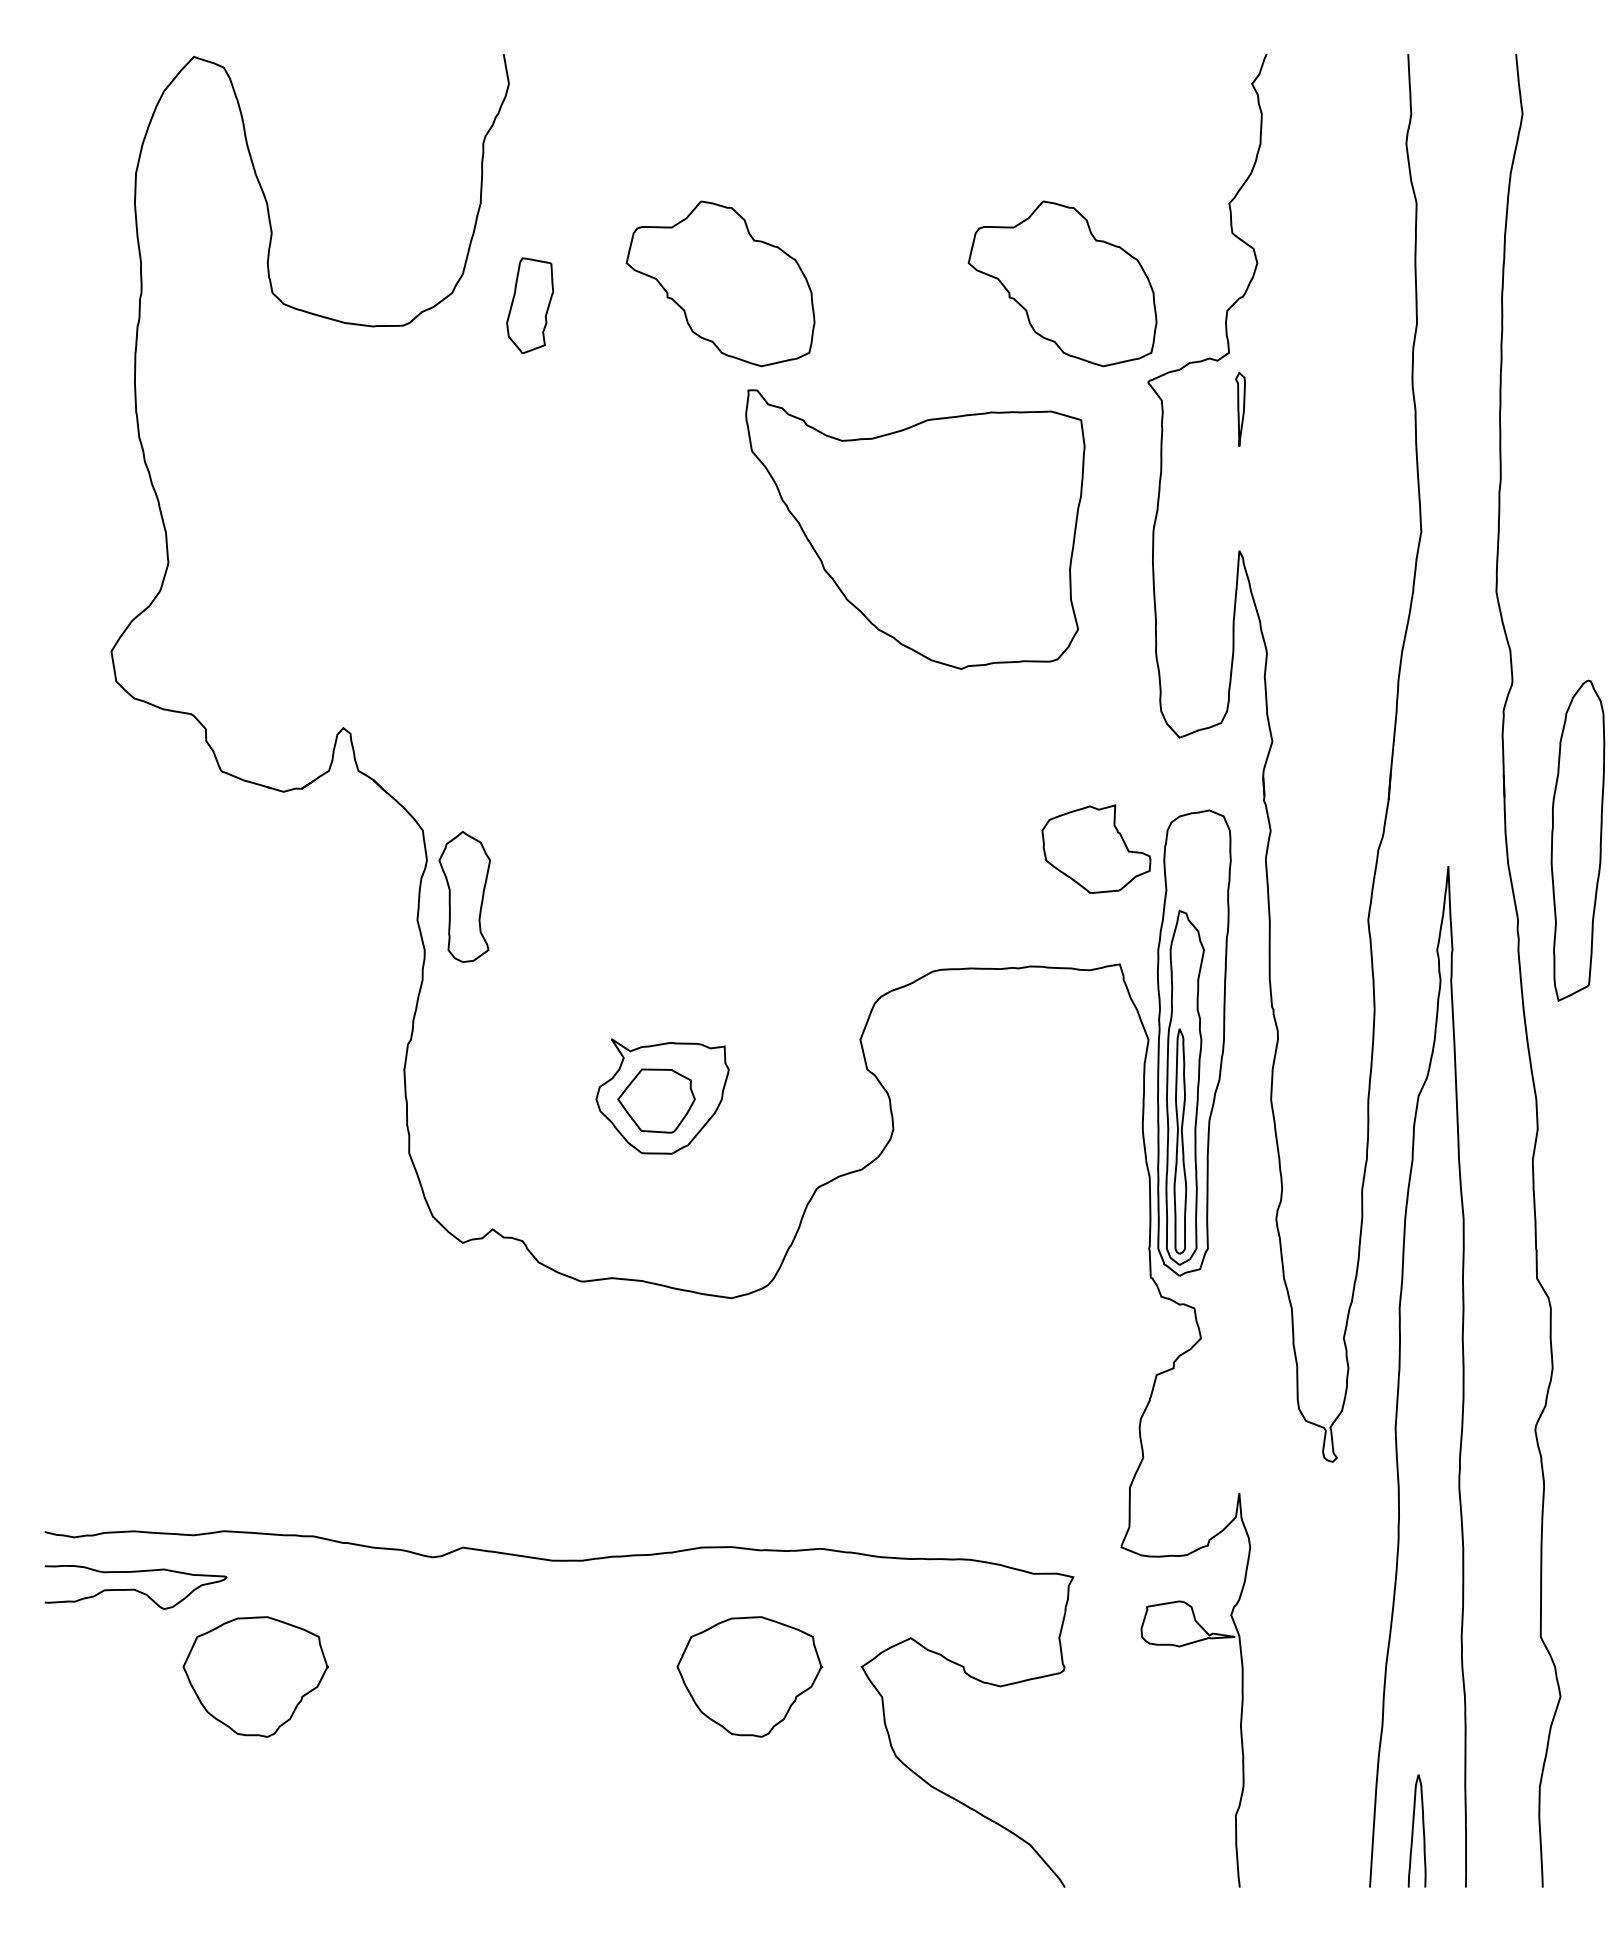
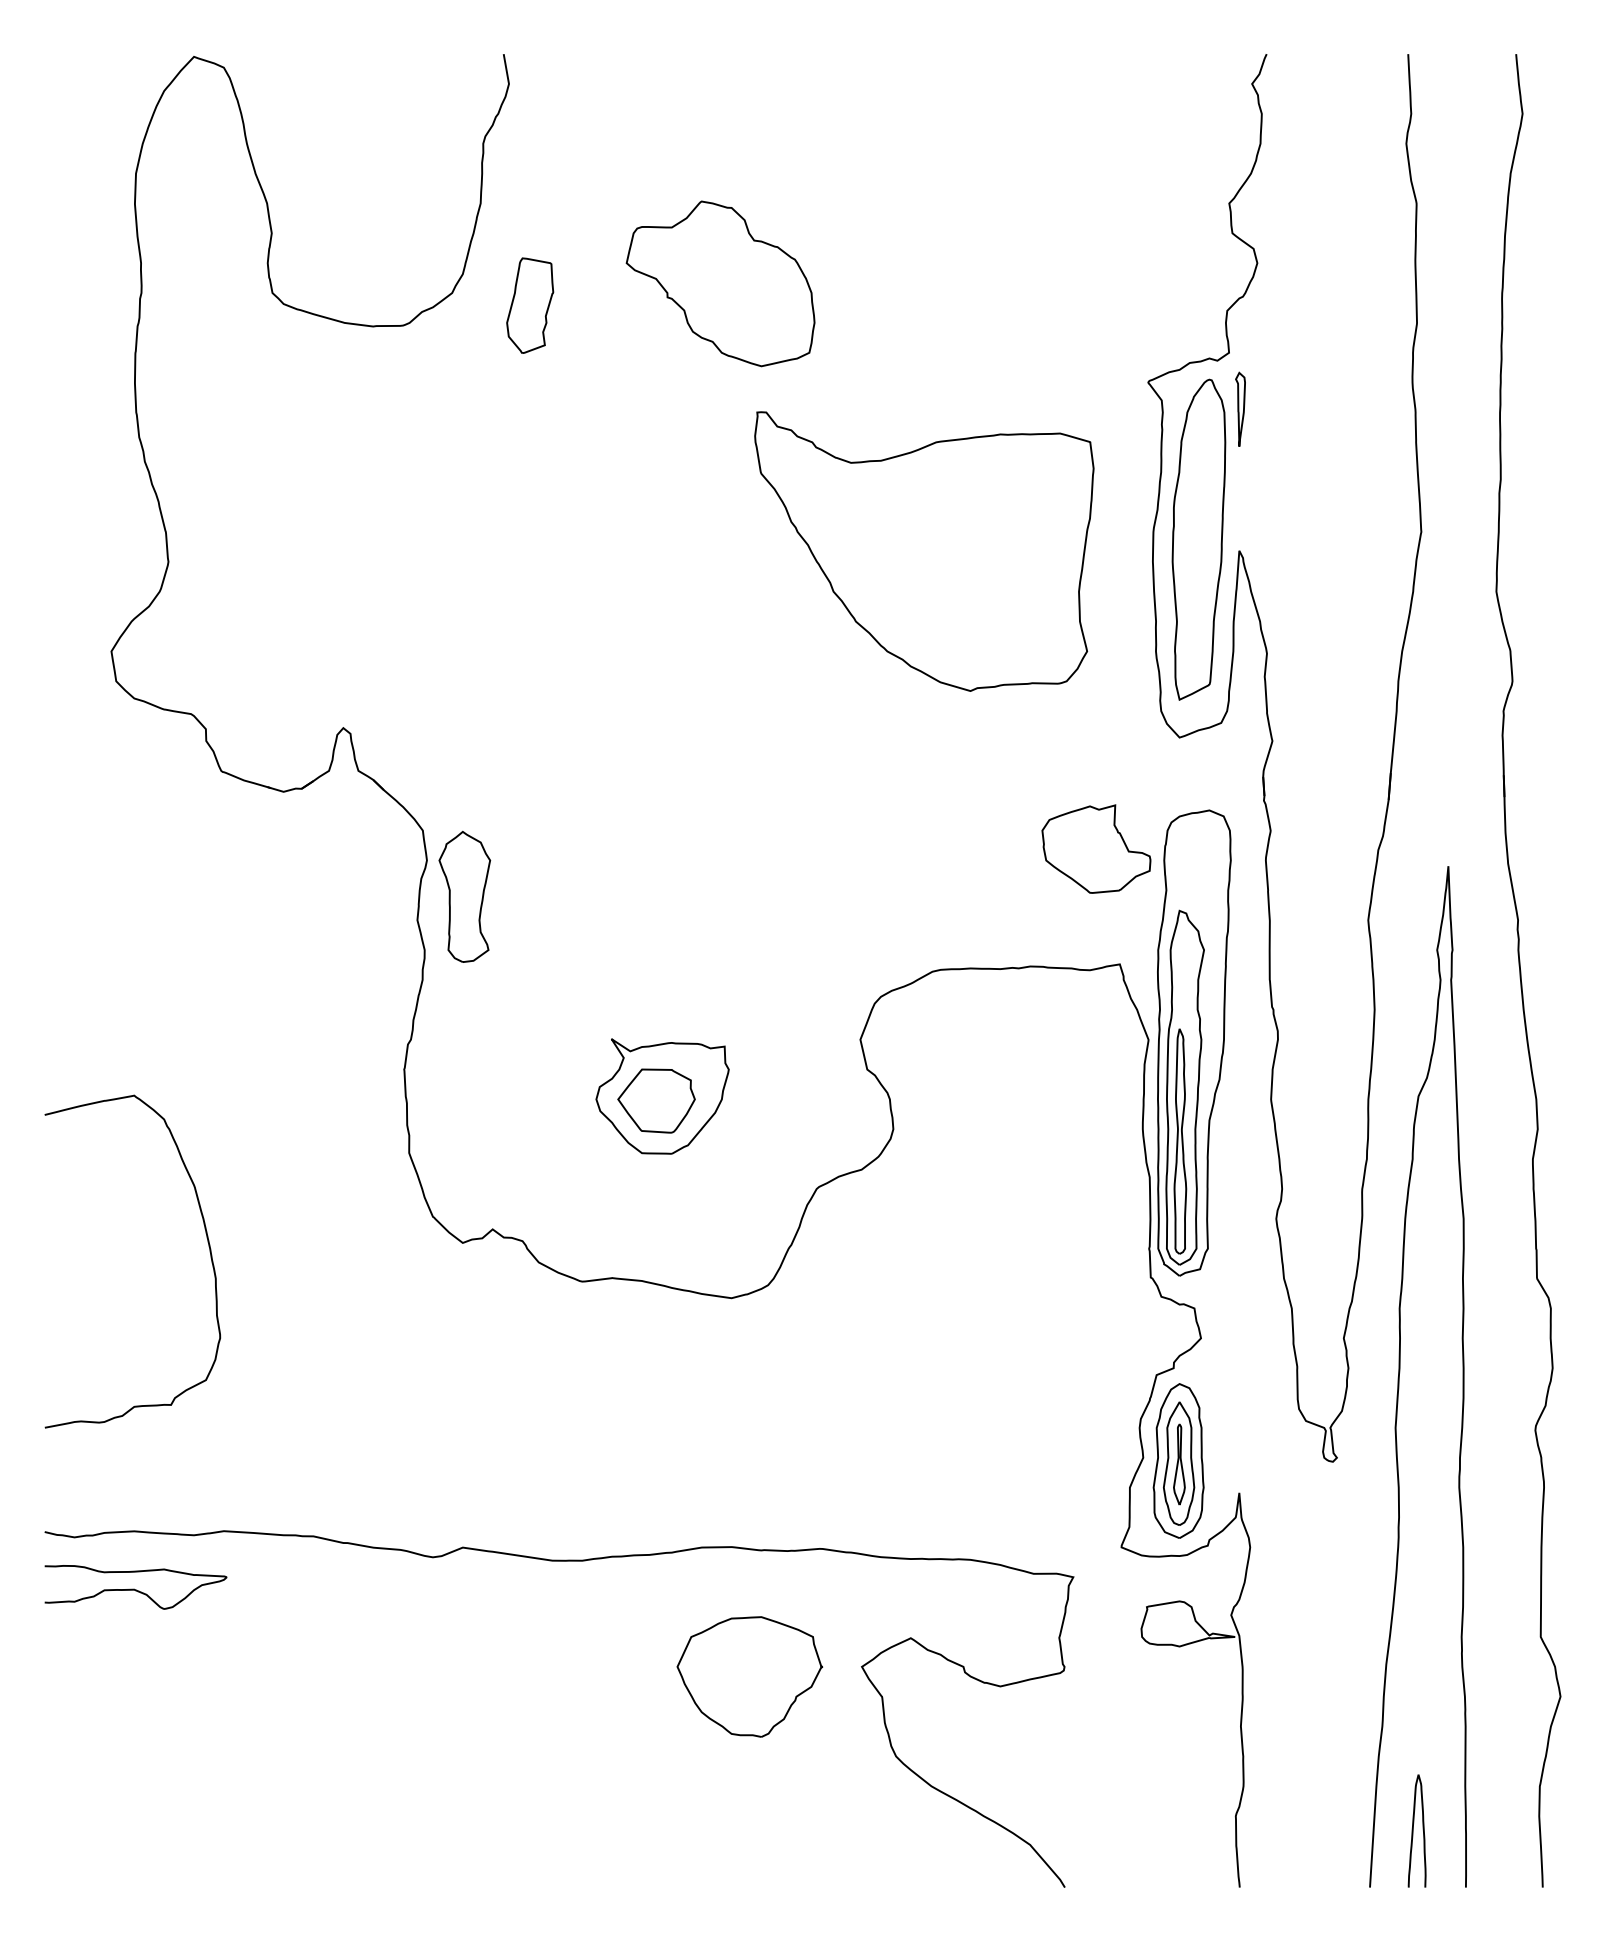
part at (1062, 283): present -> none
part at (915, 529) position: (915, 529) -> (924, 551)
part at (1577, 840) position: (1577, 840) -> (1198, 539)
curve at (207, 1242): none -> present
part at (1178, 1460): none -> present
part at (255, 1676): present -> none
